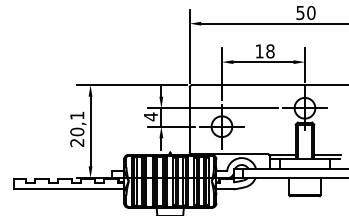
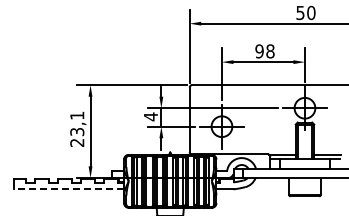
text at (259, 51): 18 -> 98
text at (77, 131): 20,1 -> 23,1
line at (68, 189): solid -> dashed
